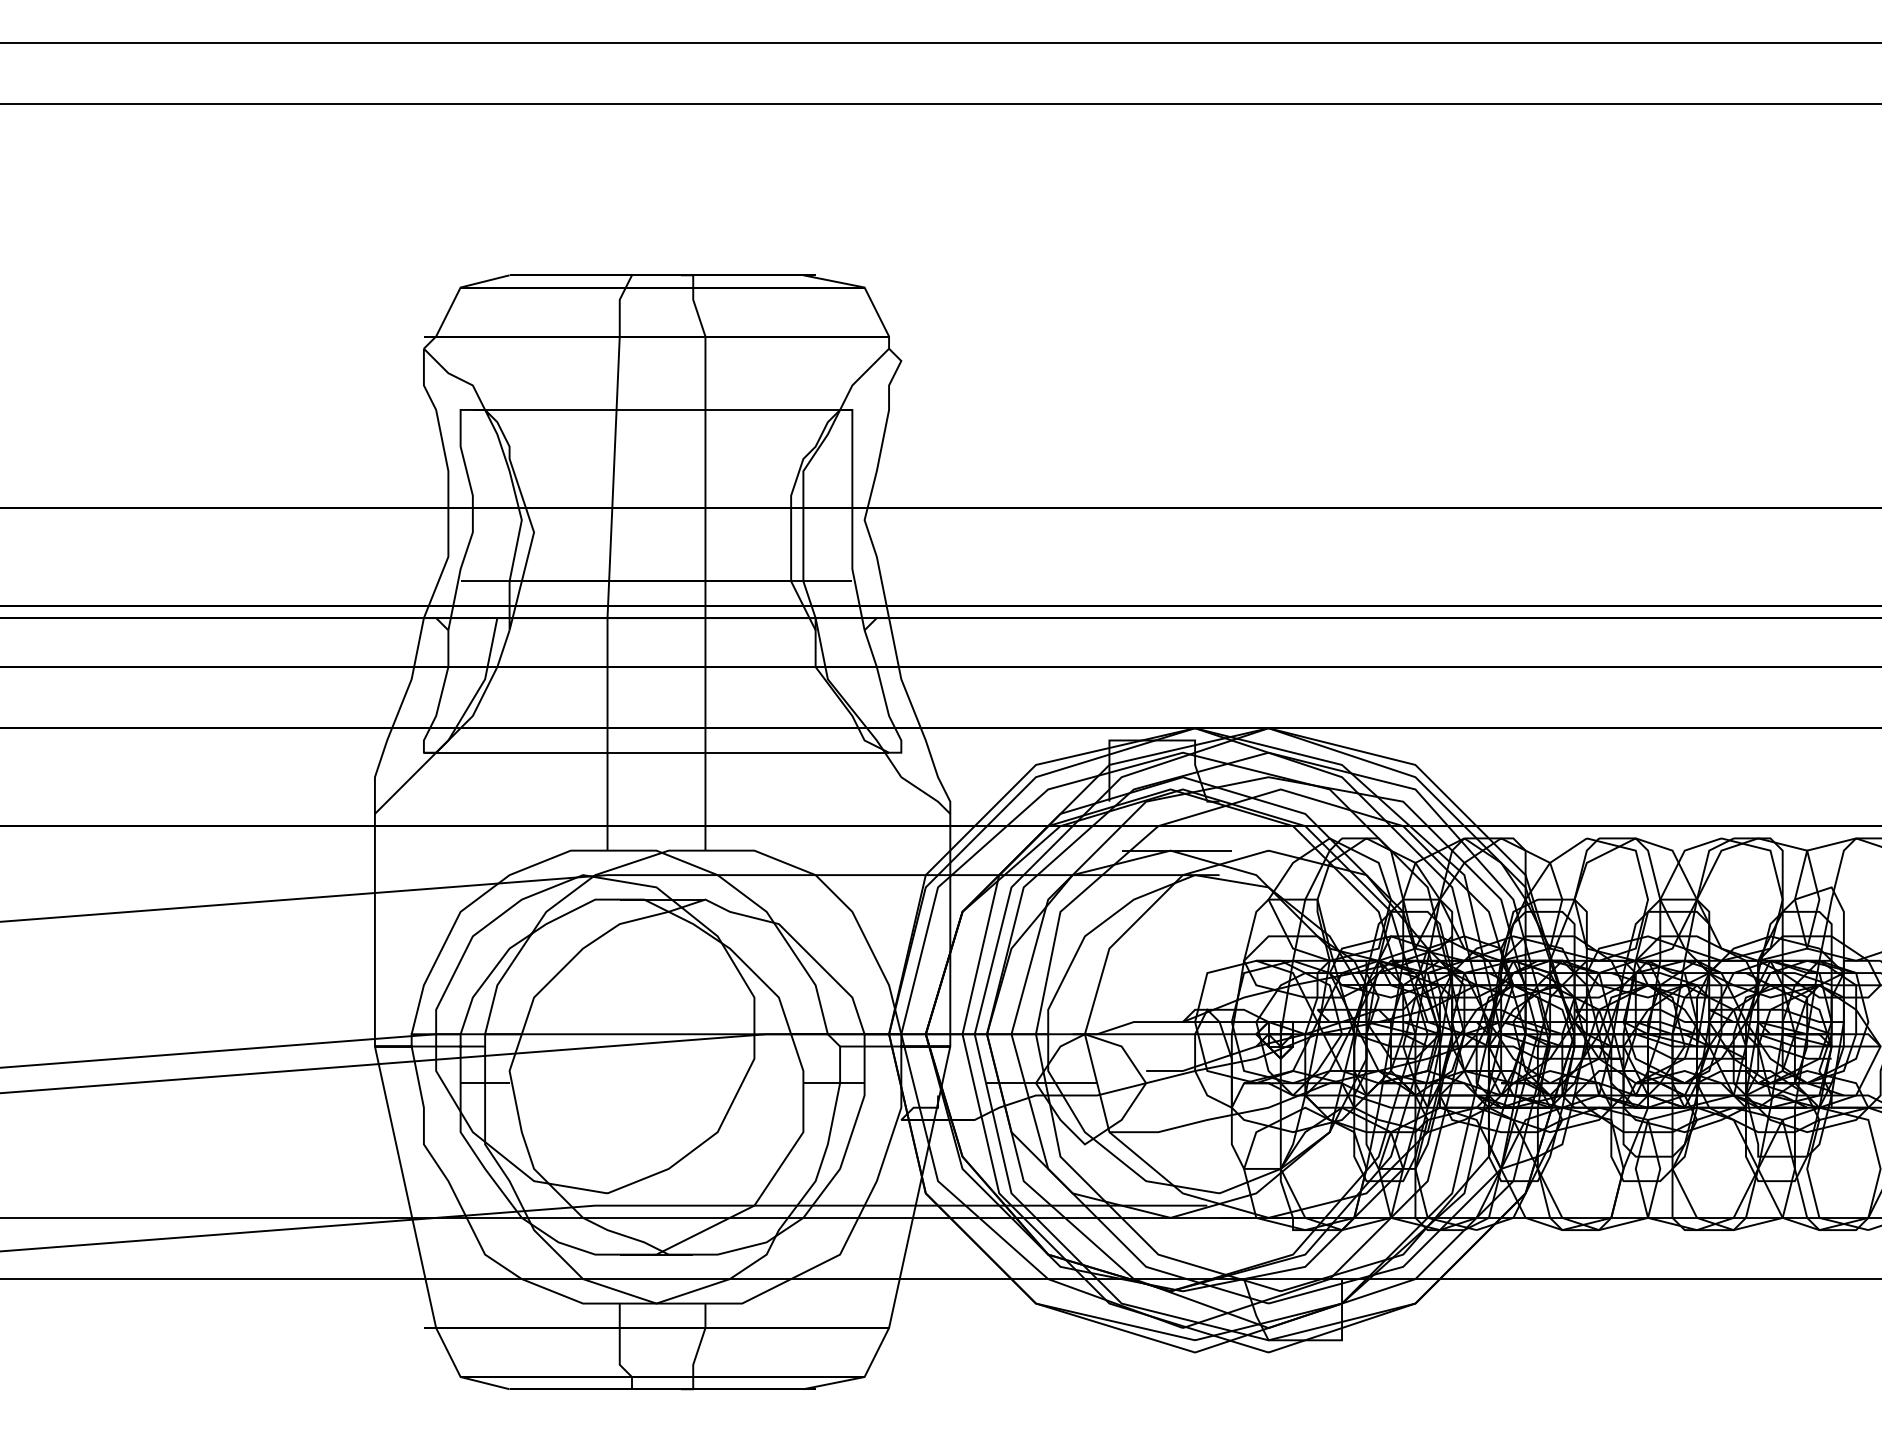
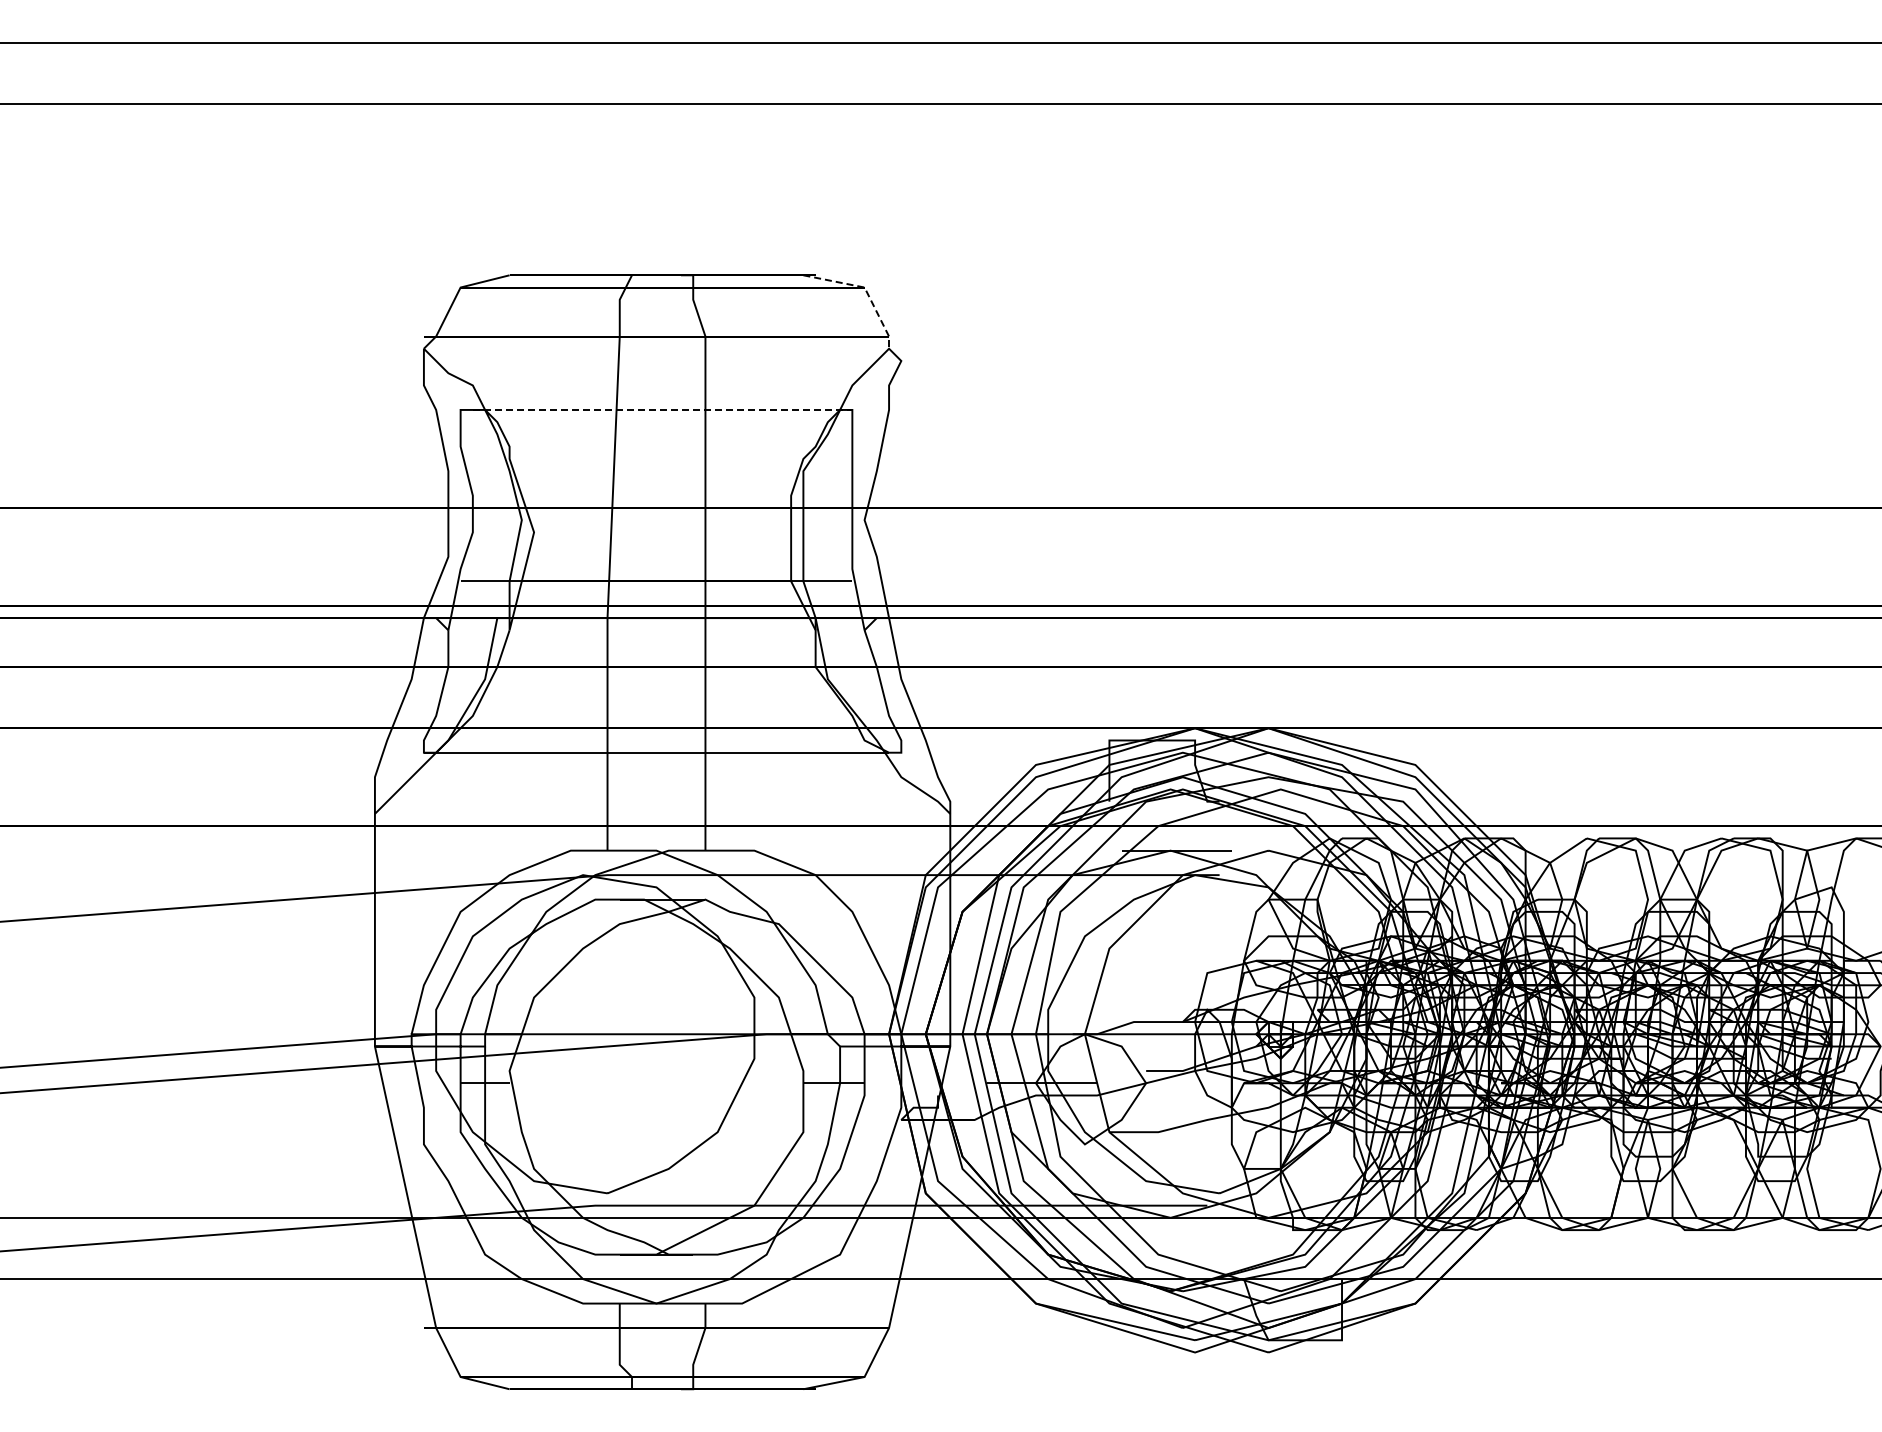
line at (865, 290): solid -> dashed
line at (662, 409): solid -> dashed
